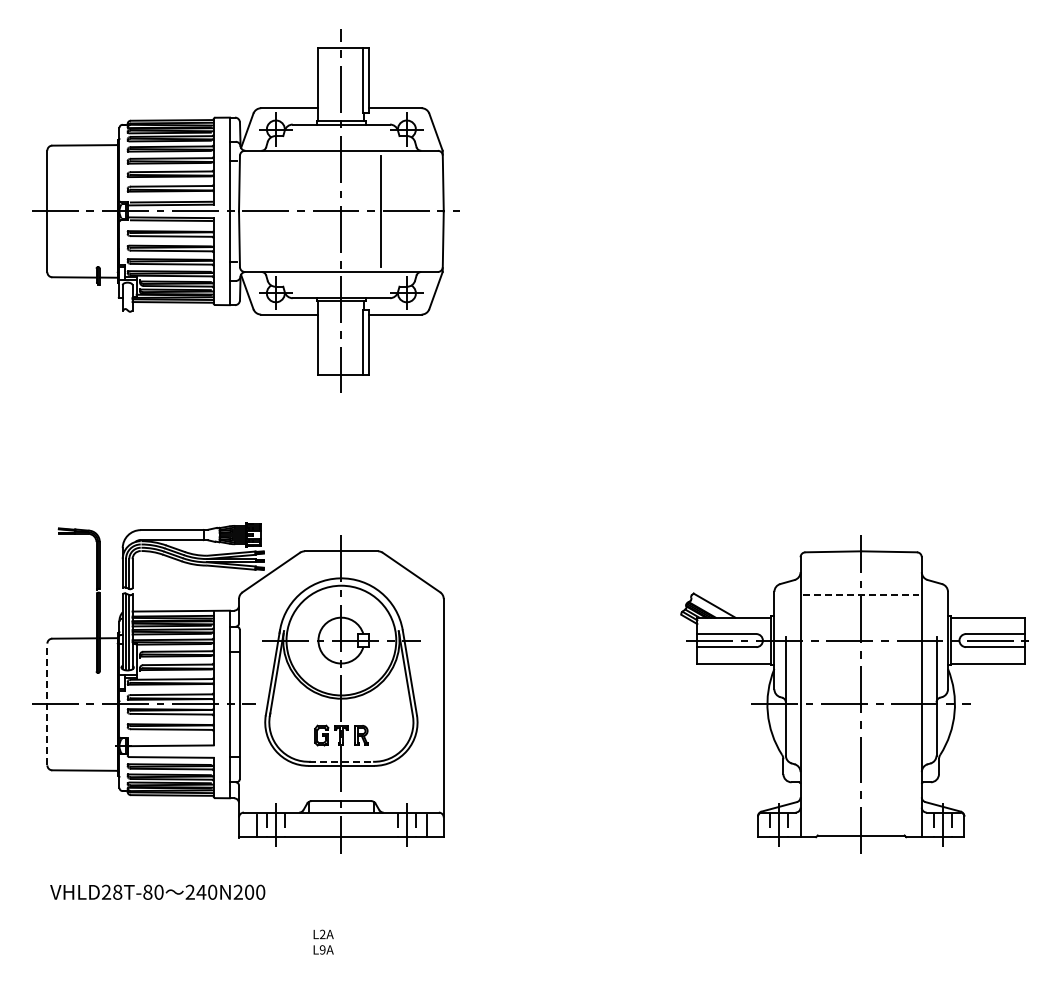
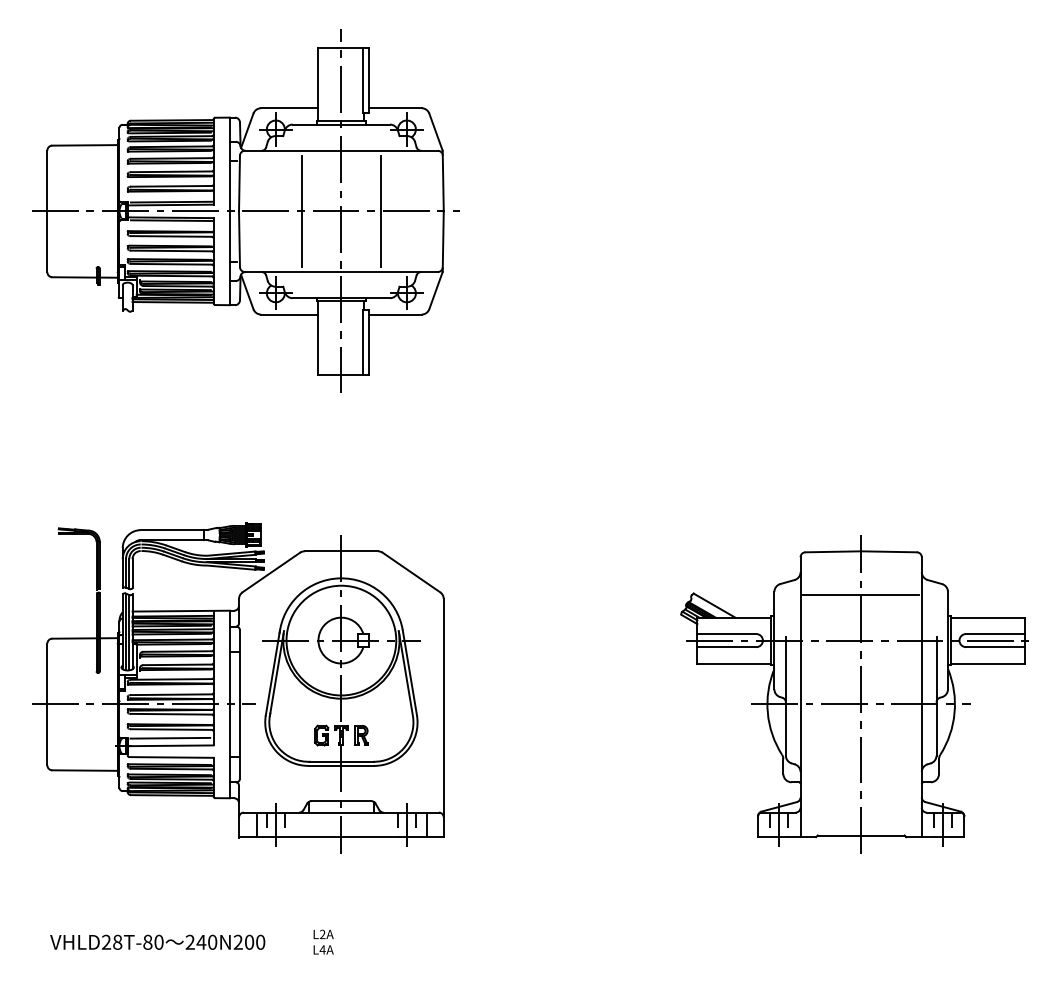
line at (302, 211): none -> present
line at (860, 594): dashed -> solid
line at (47, 704): dashed -> solid
line at (170, 737): none -> present
line at (341, 761): dashed -> solid
text at (157, 891) position: (157, 891) -> (157, 941)
text at (322, 949): L9A -> L4A
